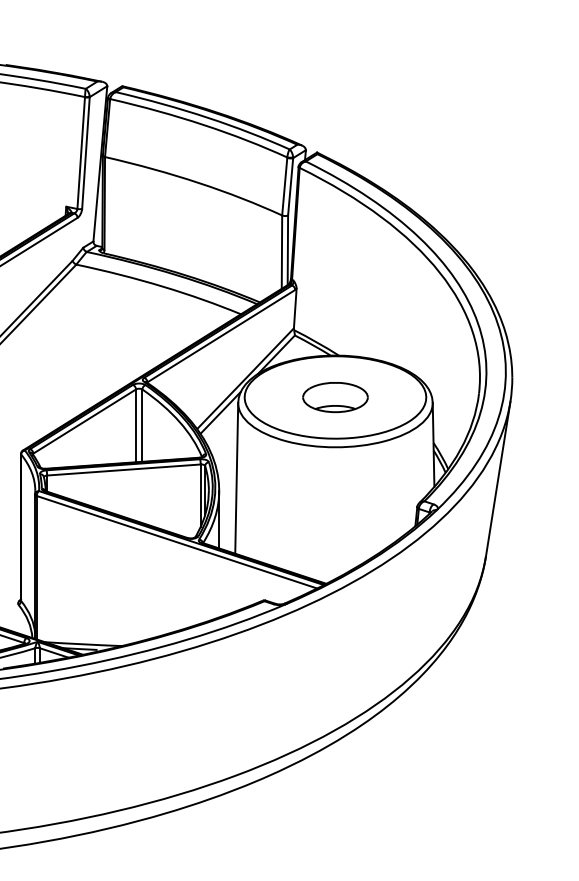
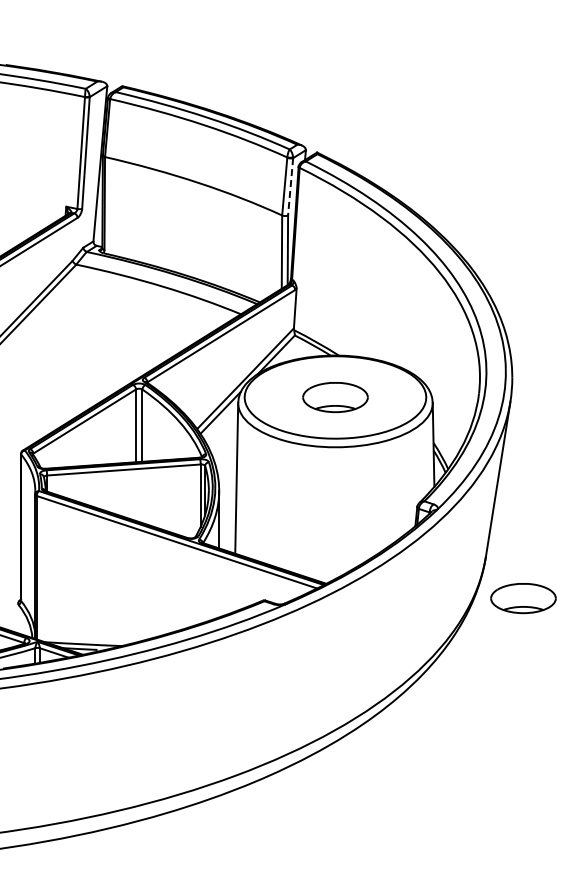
line at (290, 186): solid -> dashed
part at (523, 598): none -> present
